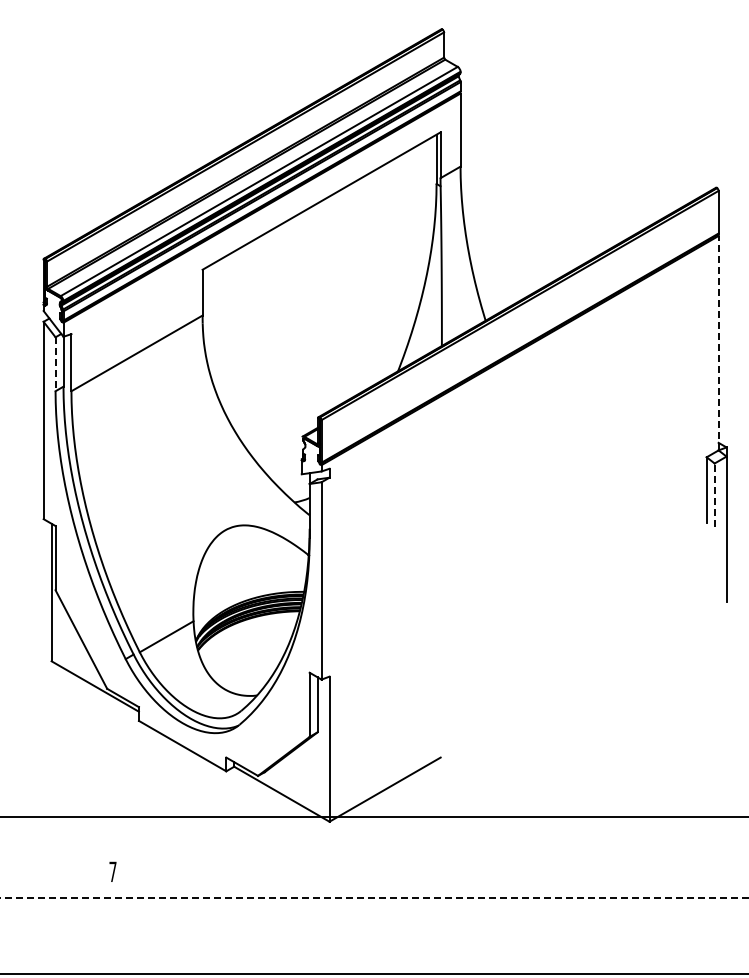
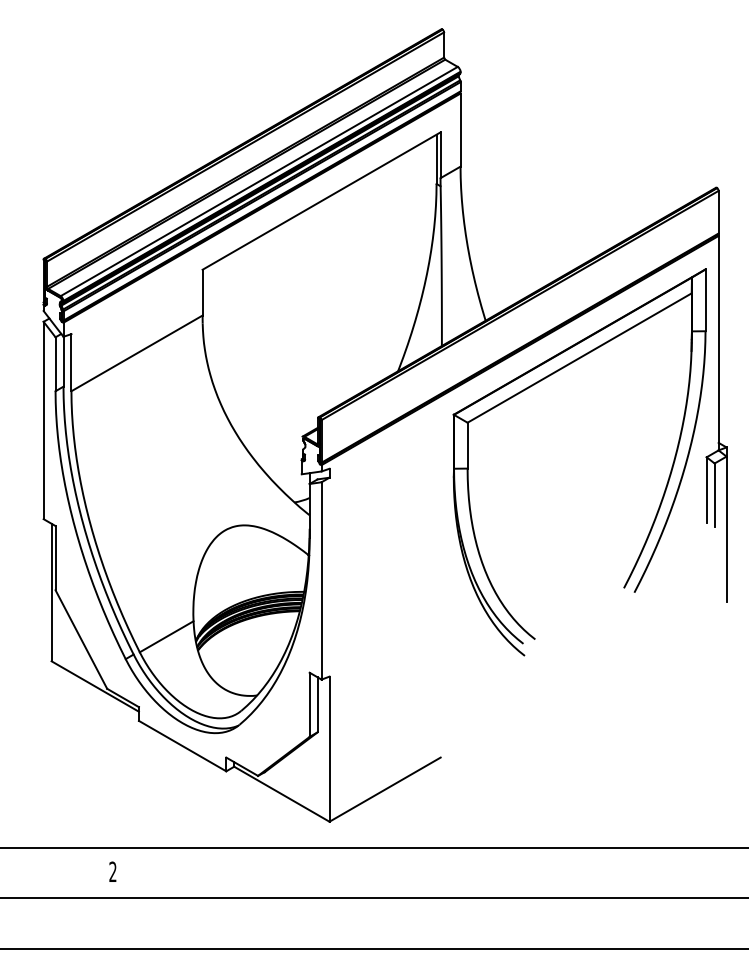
line at (718, 342): dashed -> solid
line at (55, 364): dashed -> solid
part at (534, 385): none -> present
line at (714, 495): dashed -> solid
line at (373, 816) position: (373, 816) -> (373, 847)
text at (112, 871): 7 -> 2
line at (374, 898): dashed -> solid
line at (373, 973) position: (373, 973) -> (373, 948)
